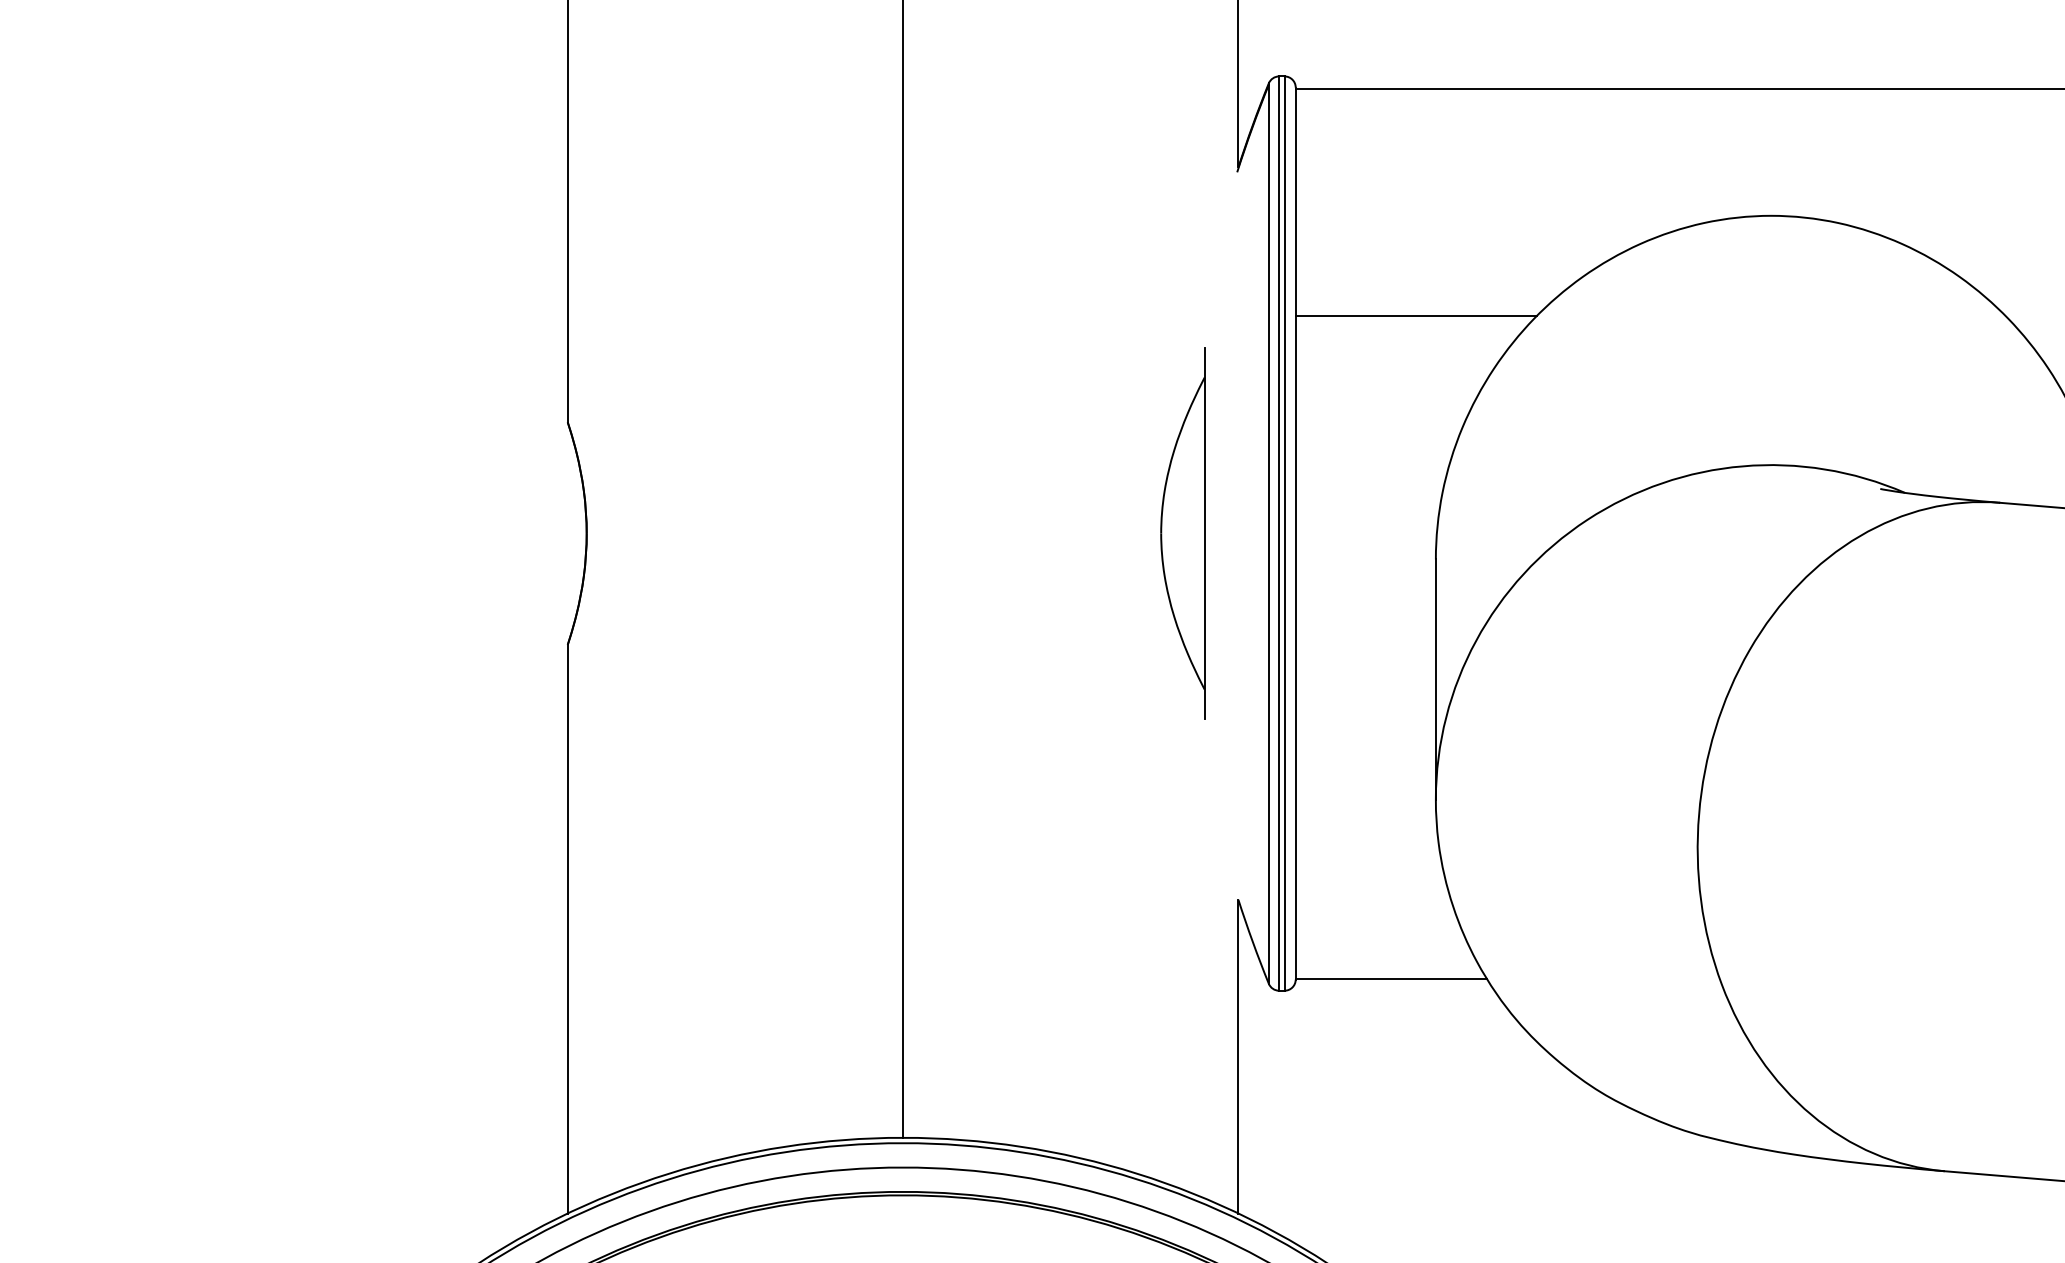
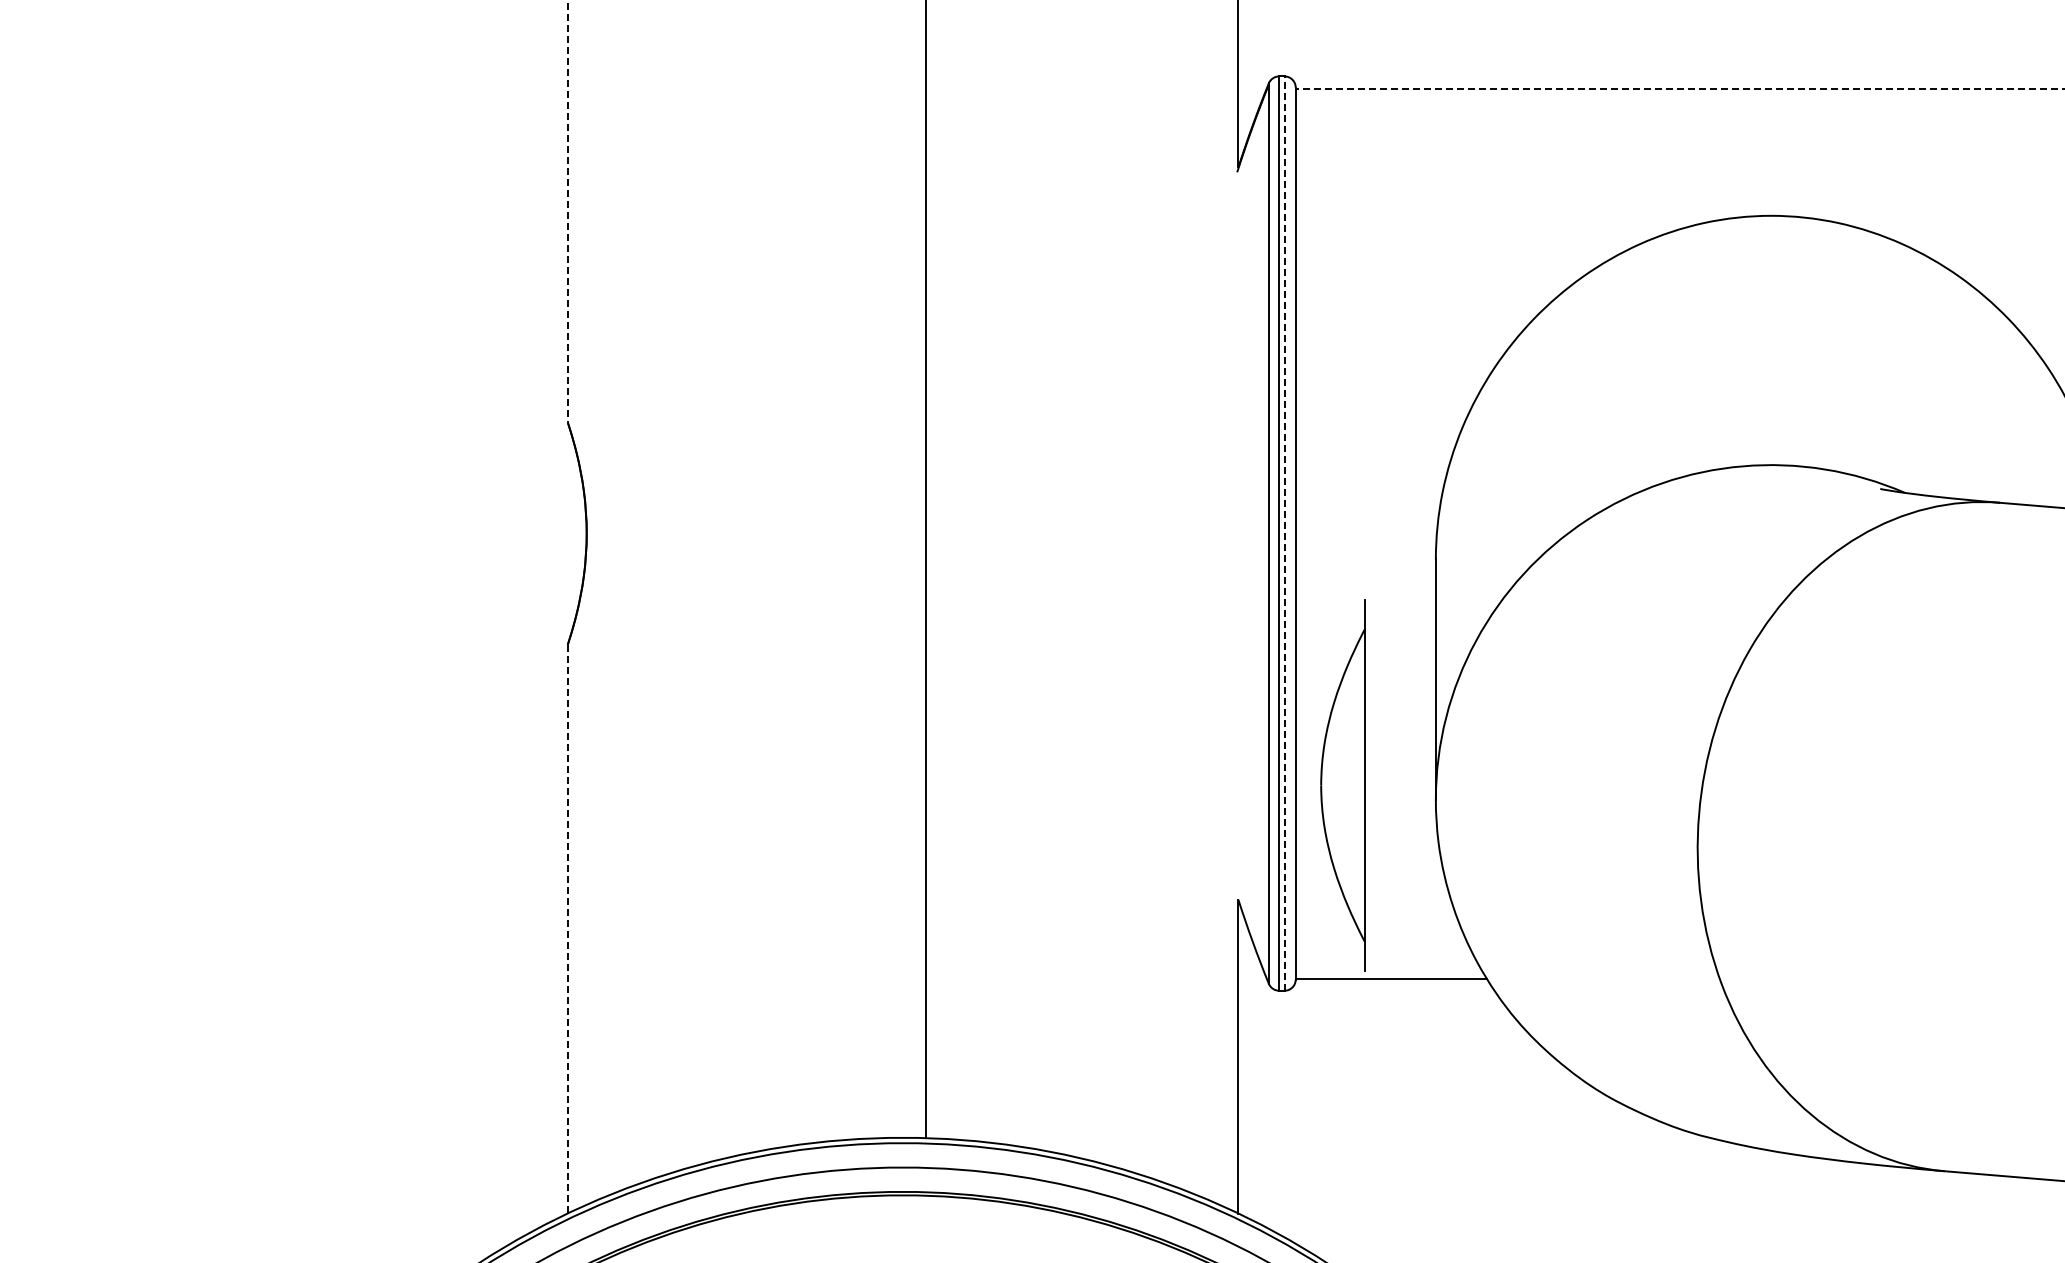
line at (1679, 88): solid -> dashed
line at (567, 211): solid -> dashed
line at (1415, 316): present -> none
part at (1182, 533) position: (1182, 533) -> (1342, 785)
line at (1284, 533): solid -> dashed
line at (903, 569) position: (903, 569) -> (926, 569)
line at (567, 929): solid -> dashed
